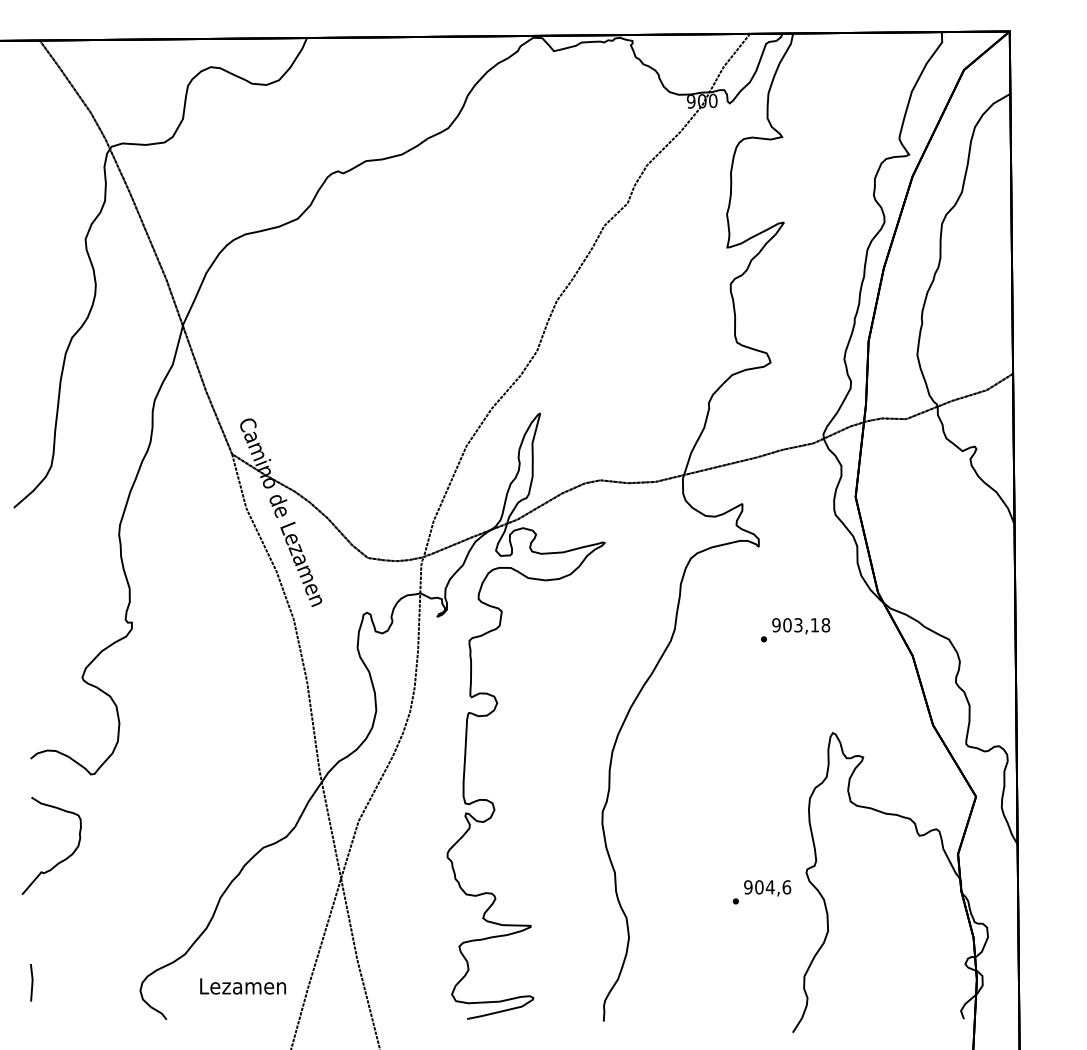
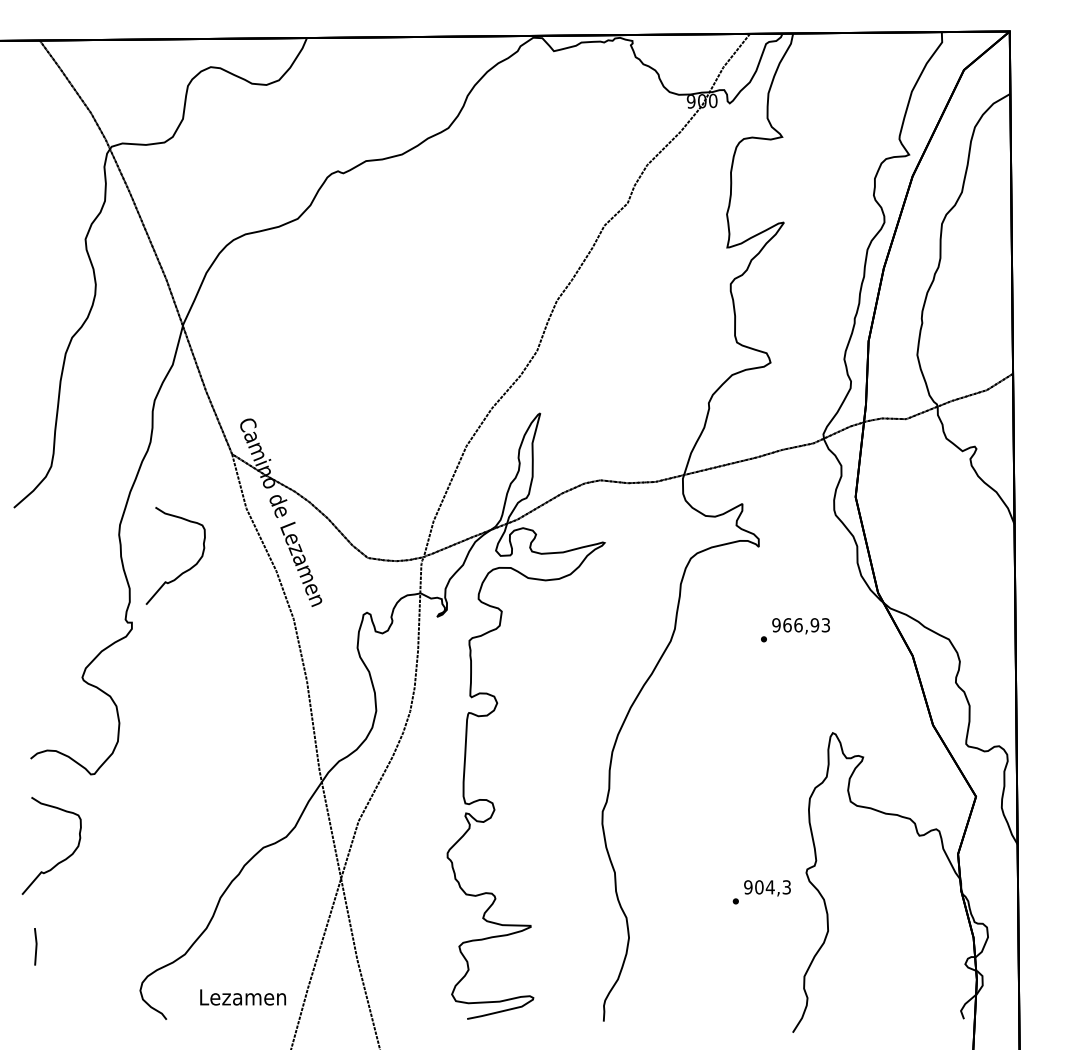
curve at (183, 571): none -> present
text at (806, 625): 903,18 -> 966,93
text at (786, 887): 904,6 -> 904,3
line at (31, 982) position: (31, 982) -> (35, 946)
text at (242, 986) position: (242, 986) -> (242, 997)
